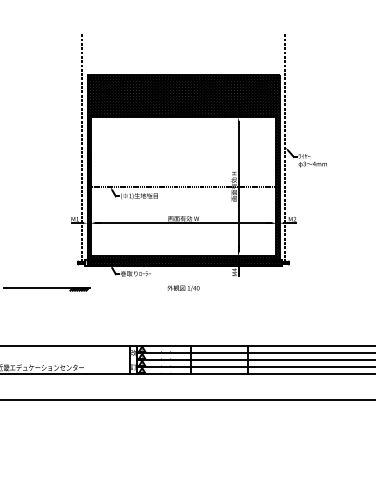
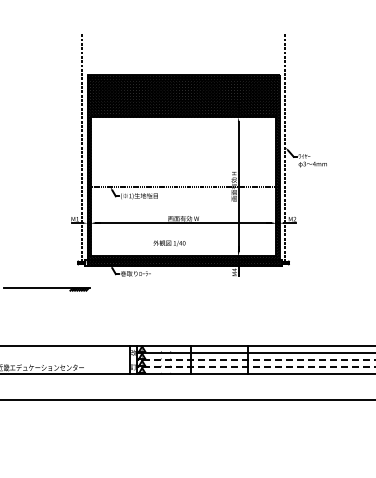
text at (183, 288) position: (183, 288) -> (169, 243)
line at (255, 360): solid -> dashed
line at (255, 367): solid -> dashed
